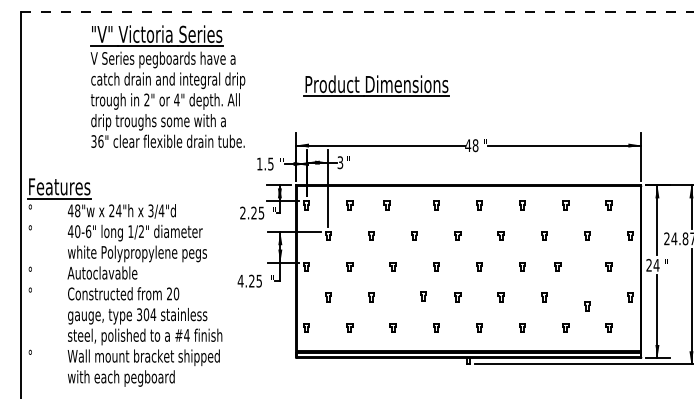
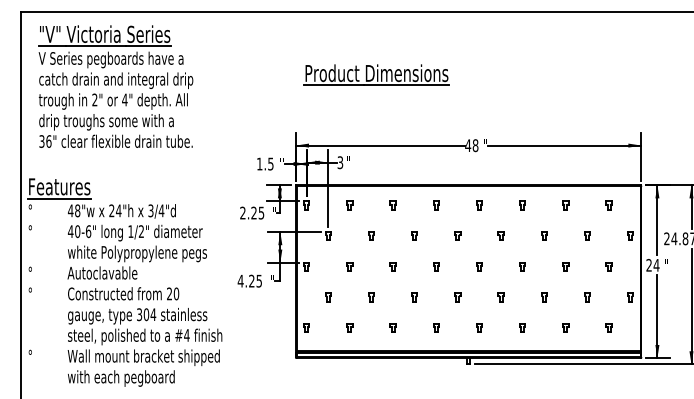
line at (357, 12): dashed -> solid
part at (376, 85) position: (376, 85) -> (376, 74)
part at (167, 86) position: (167, 86) -> (115, 86)
part at (386, 205) position: (386, 205) -> (392, 205)
part at (557, 266) position: (557, 266) -> (565, 266)
part at (423, 296) position: (423, 296) -> (414, 297)
part at (587, 306) position: (587, 306) -> (587, 297)
